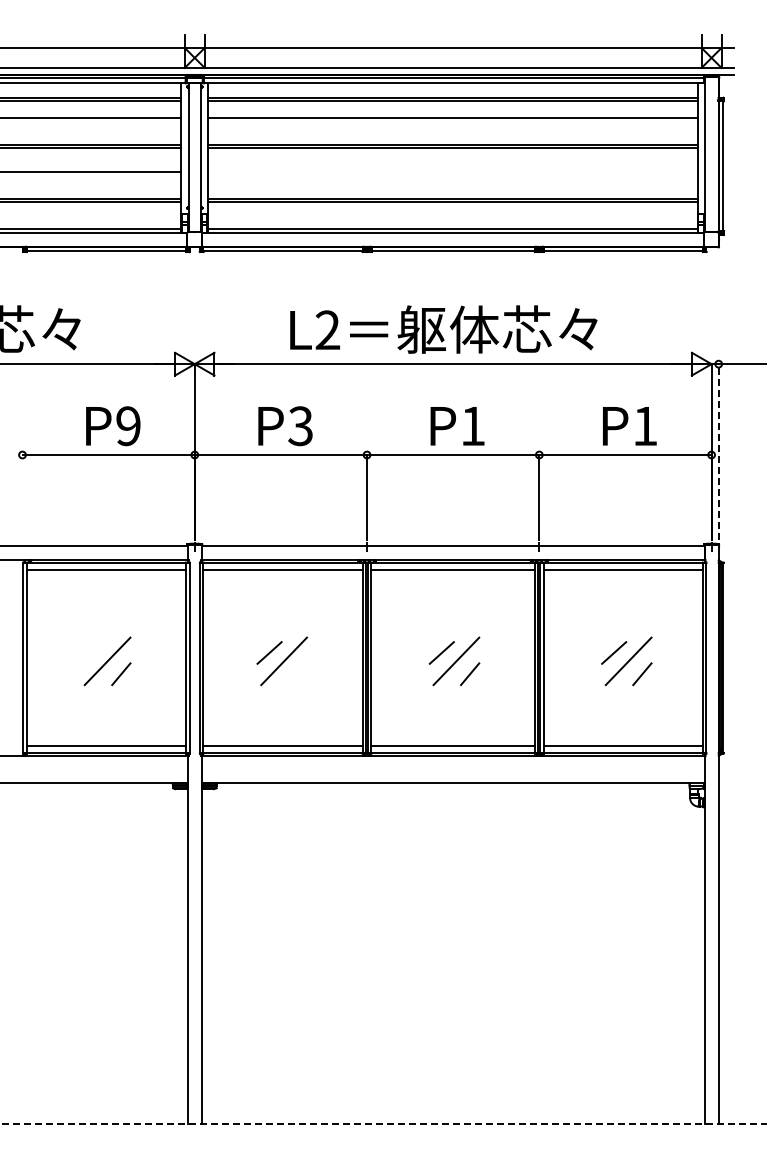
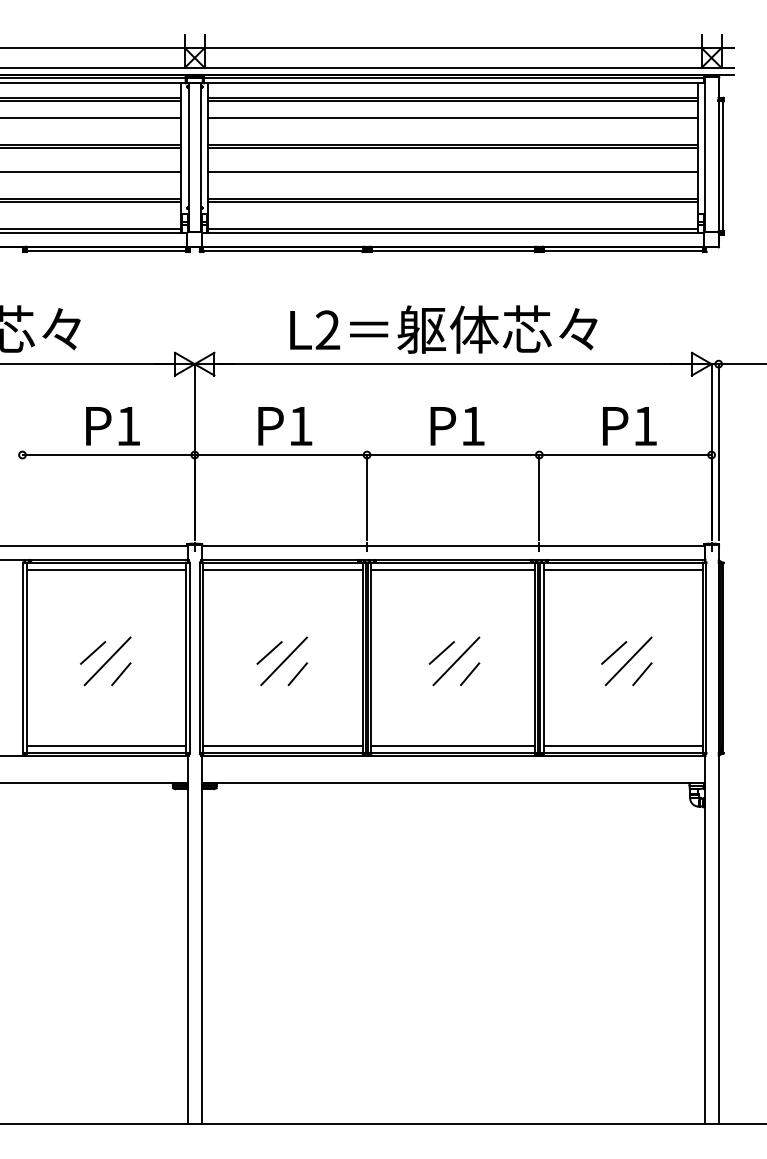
line at (452, 172): none -> present
text at (128, 426): P9 -> P1
text at (300, 426): P3 -> P1
line at (718, 451): dashed -> solid
line at (93, 652): none -> present
line at (297, 674): none -> present
line at (383, 1124): dashed -> solid
